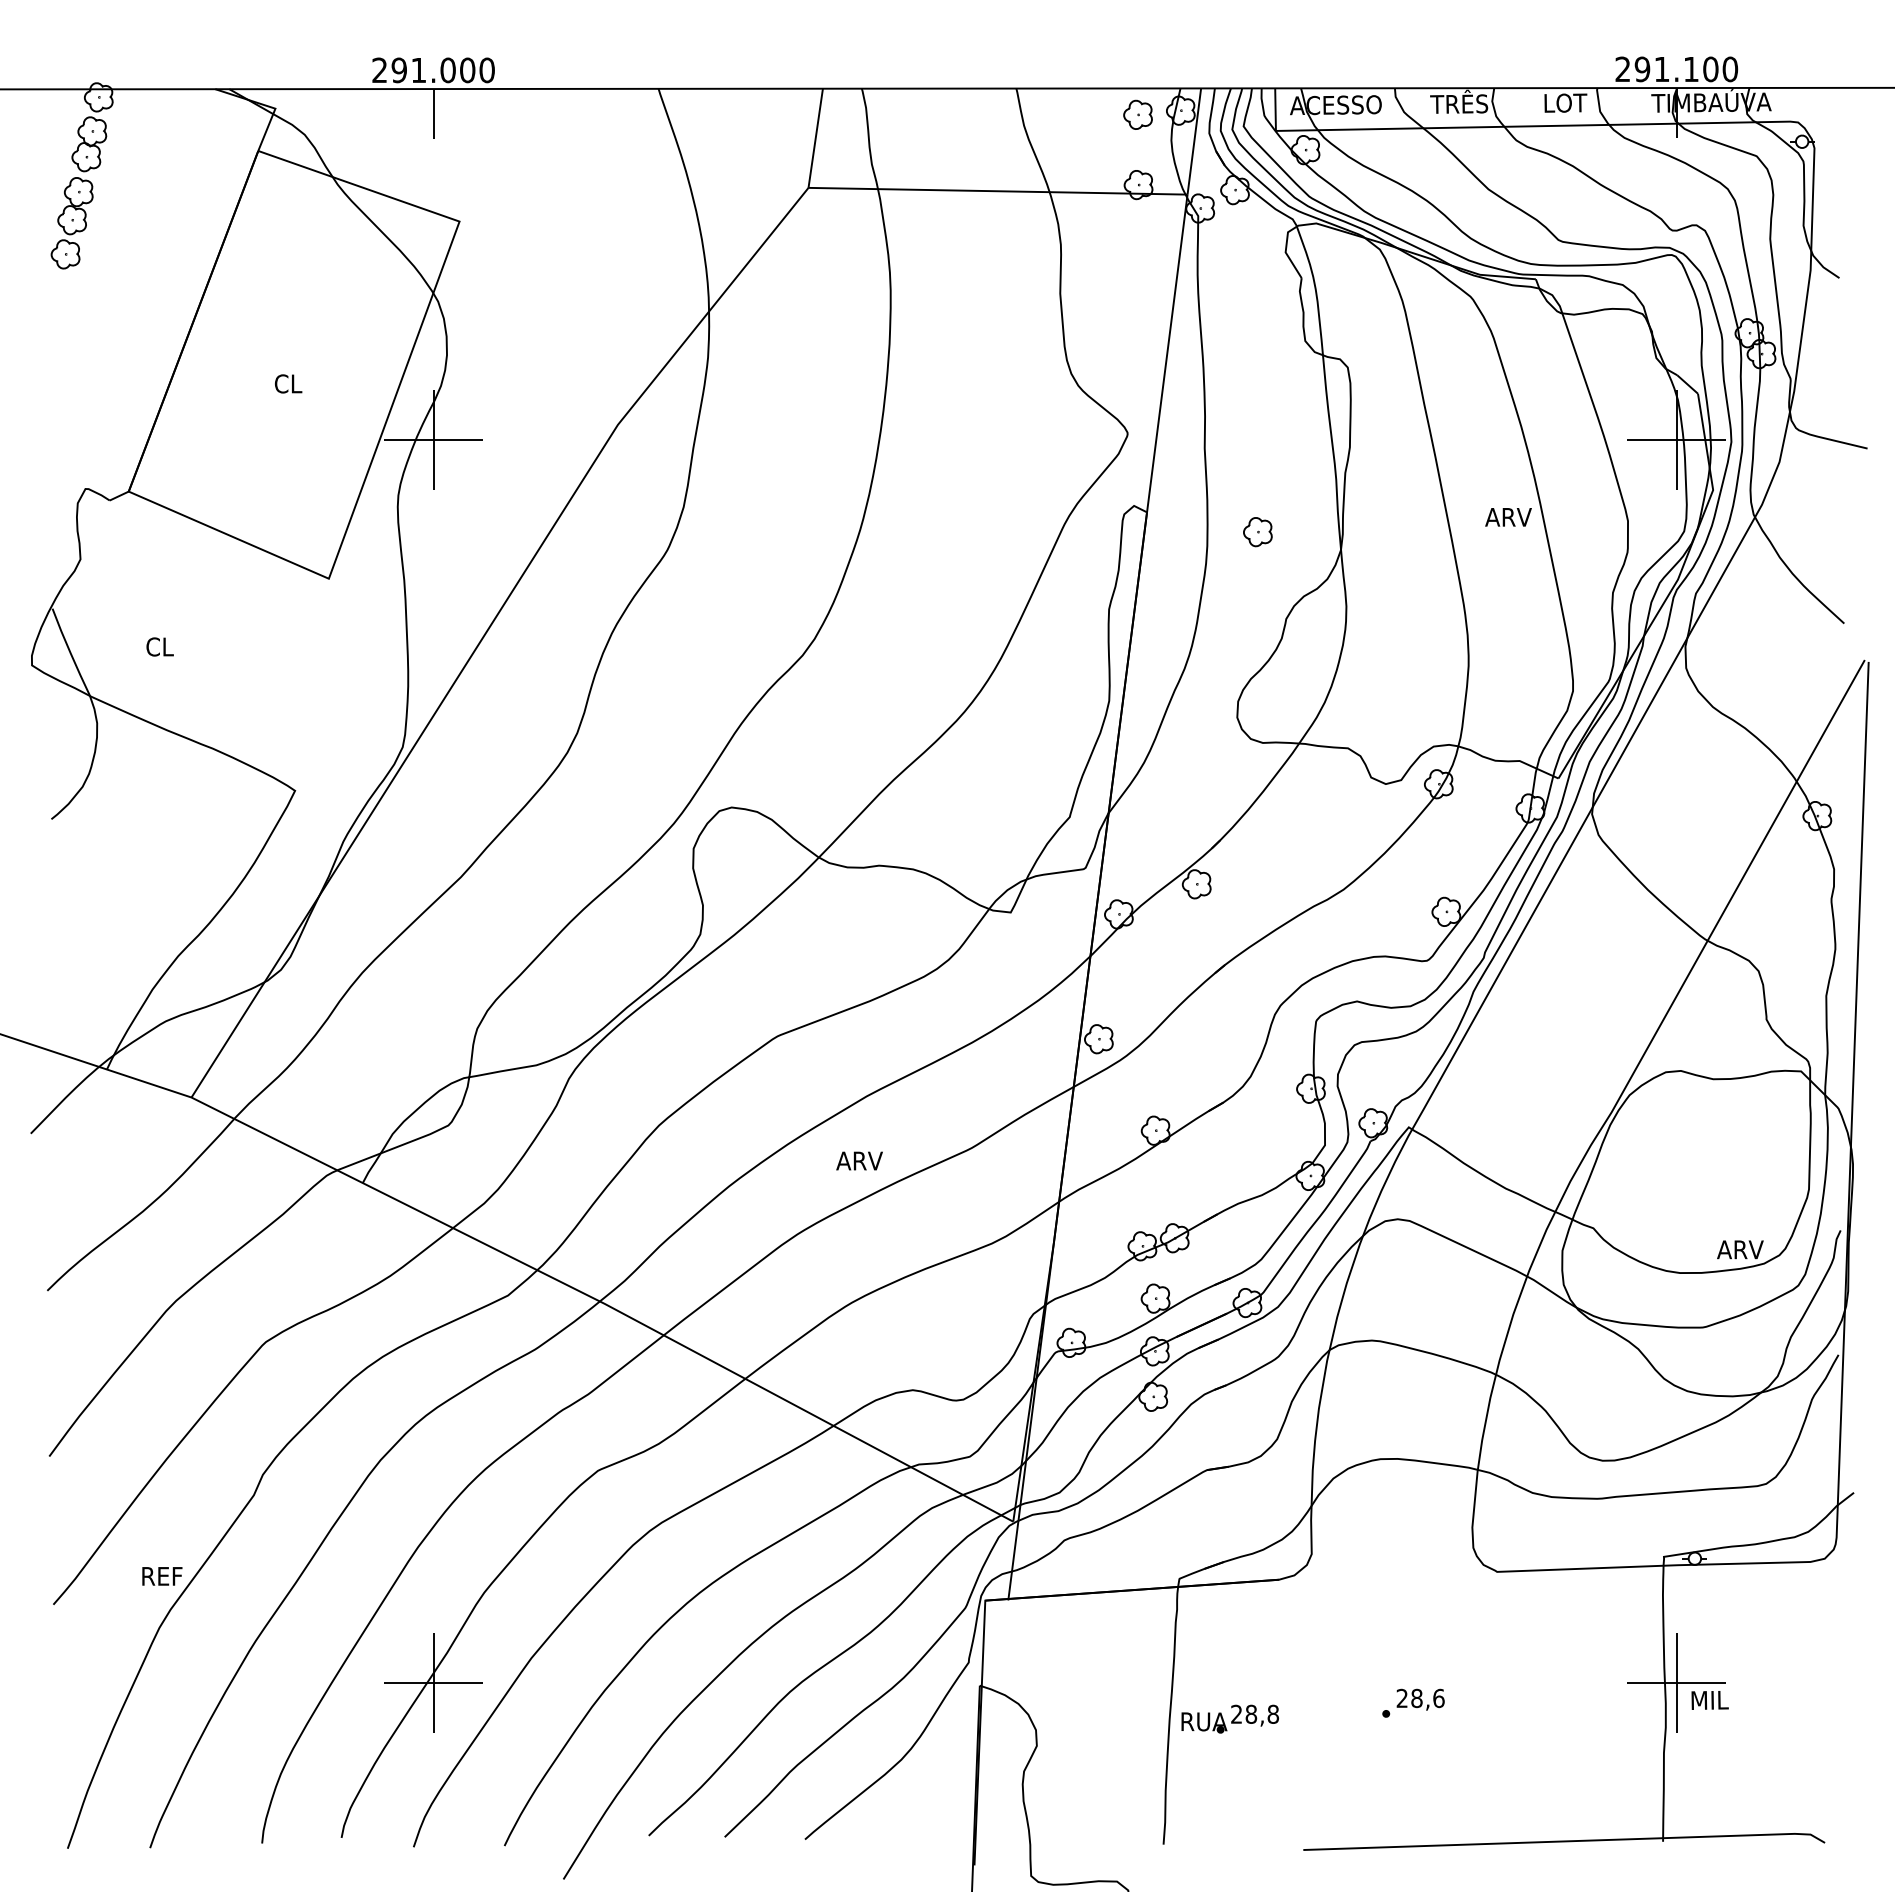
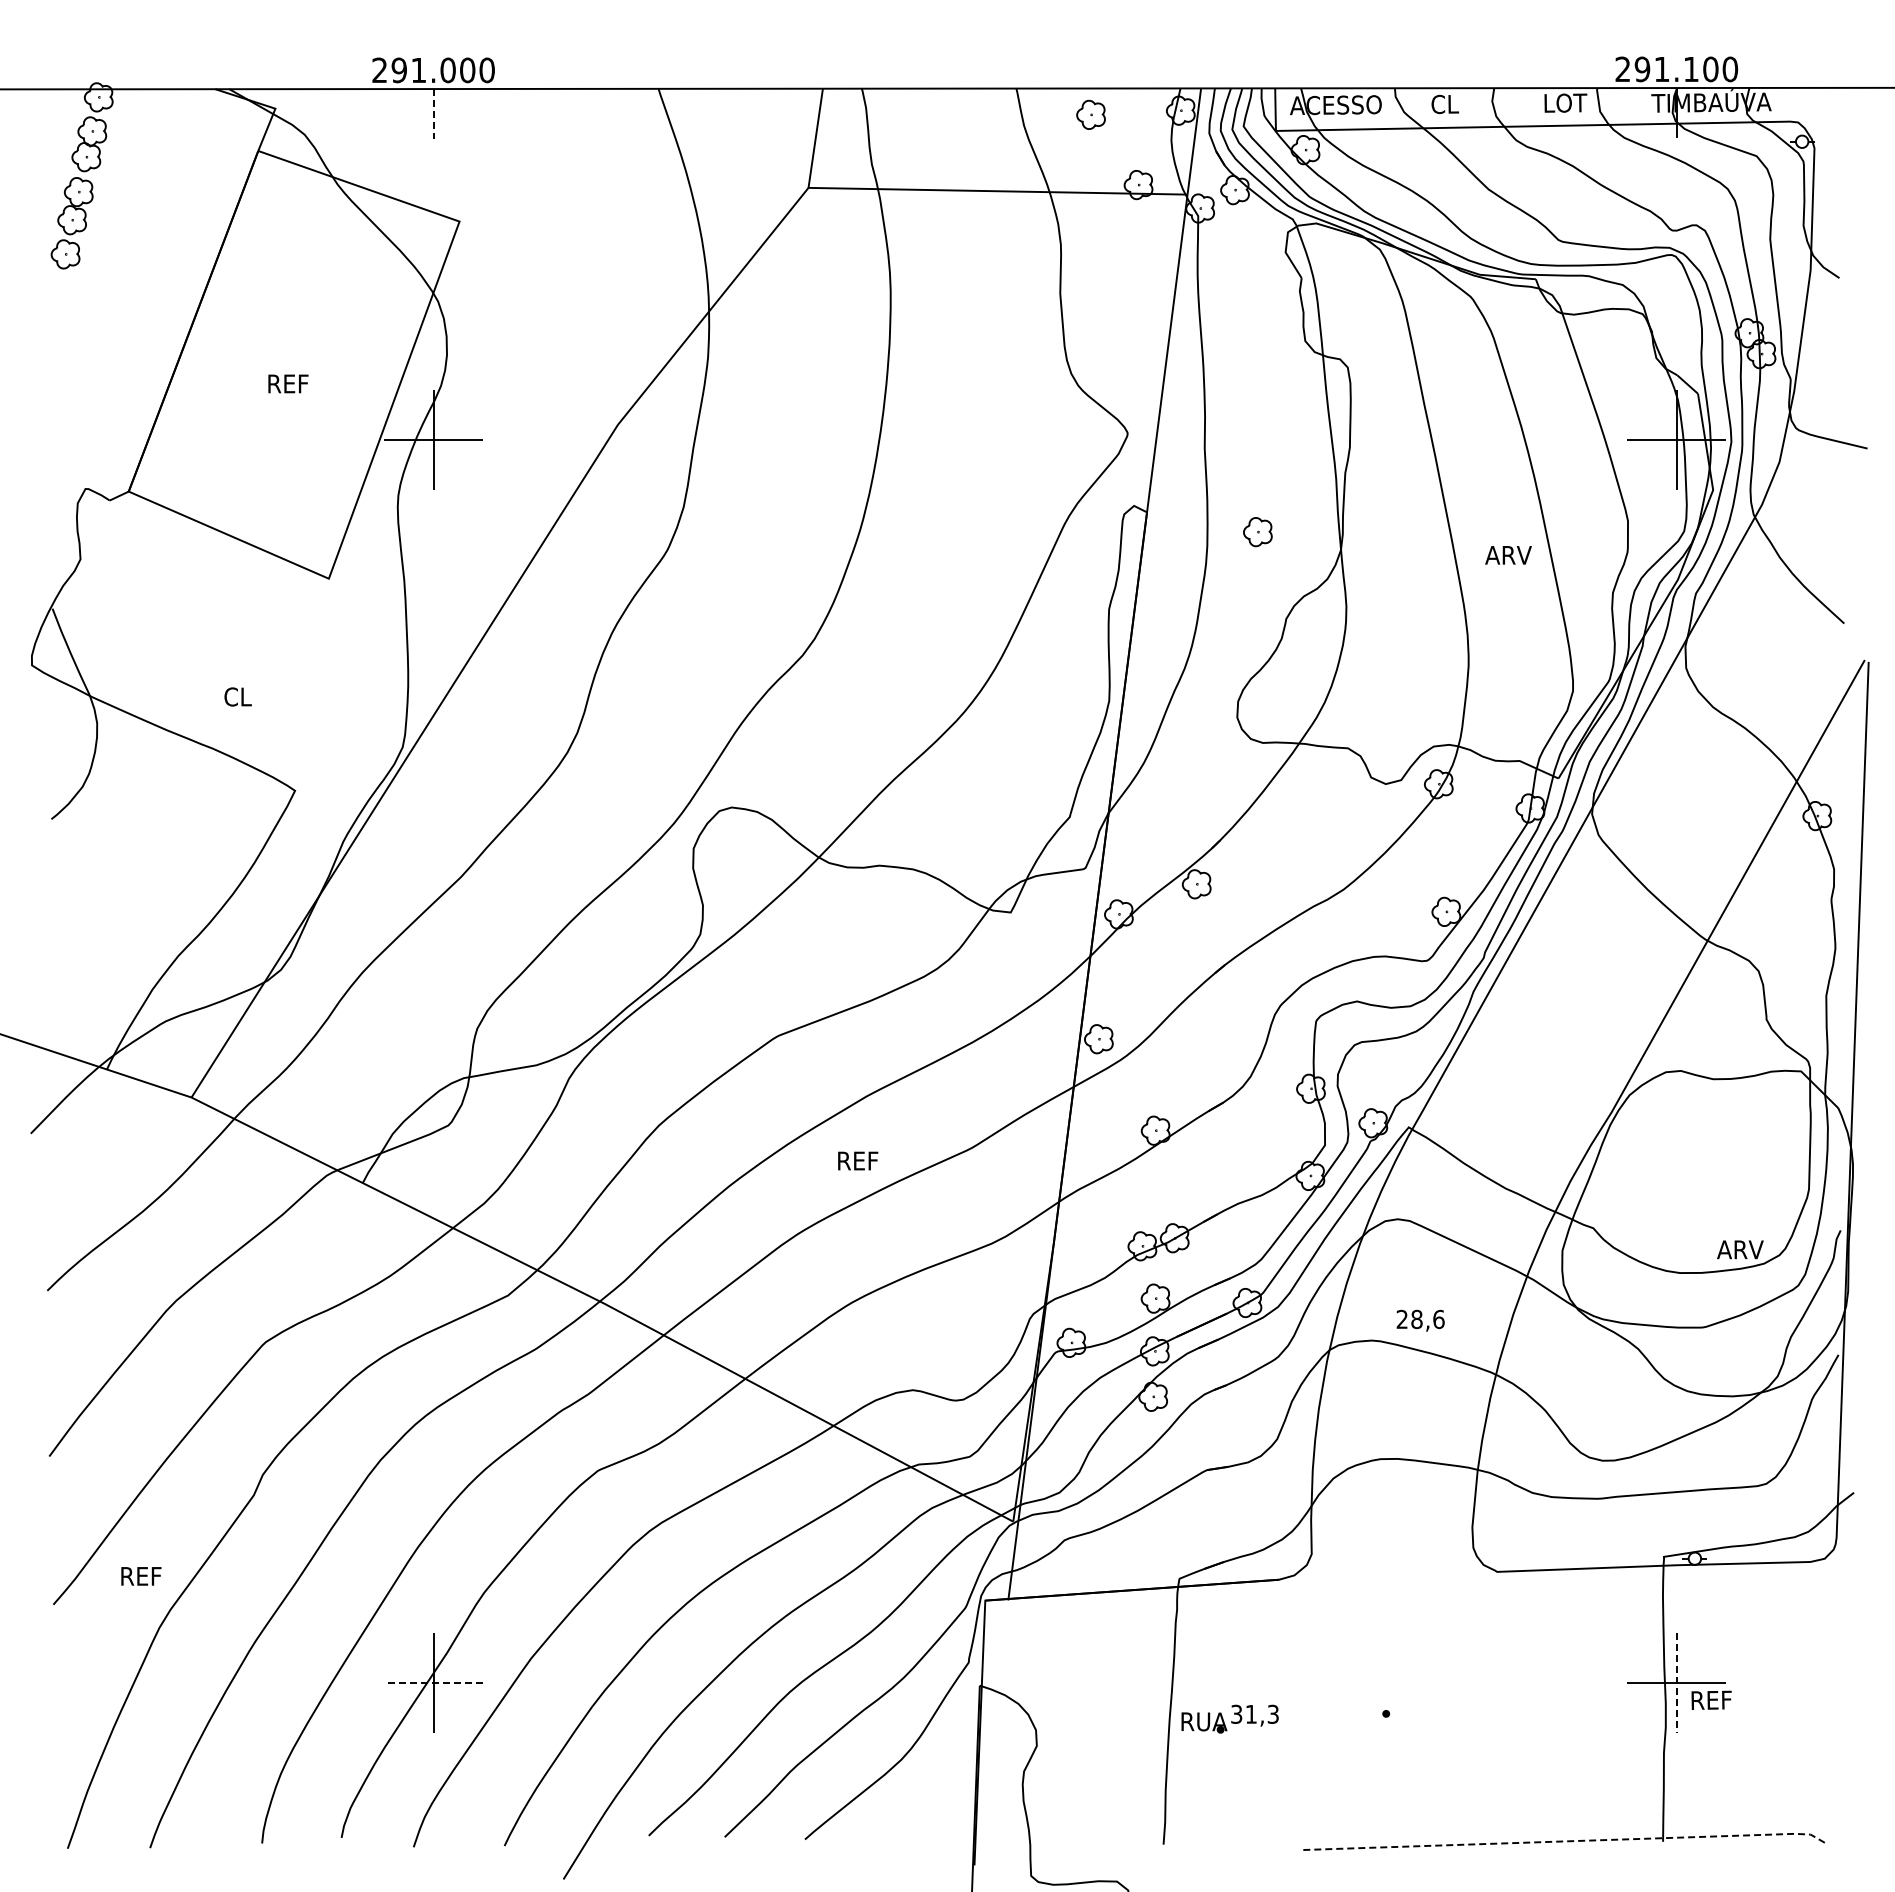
text at (1459, 101): TRÊS -> CL
line at (433, 113): solid -> dashed
part at (1137, 114) position: (1137, 114) -> (1090, 114)
text at (288, 383): CL -> REF
text at (1508, 517) position: (1508, 517) -> (1508, 555)
text at (159, 646) position: (159, 646) -> (237, 696)
text at (859, 1160): ARV -> REF
text at (162, 1576) position: (162, 1576) -> (141, 1576)
line at (433, 1683): solid -> dashed
line at (1676, 1683): solid -> dashed
text at (1420, 1699) position: (1420, 1699) -> (1420, 1320)
text at (1712, 1699): MIL -> REF
text at (1255, 1713): 28,8 -> 31,3
line at (1567, 1841): solid -> dashed
